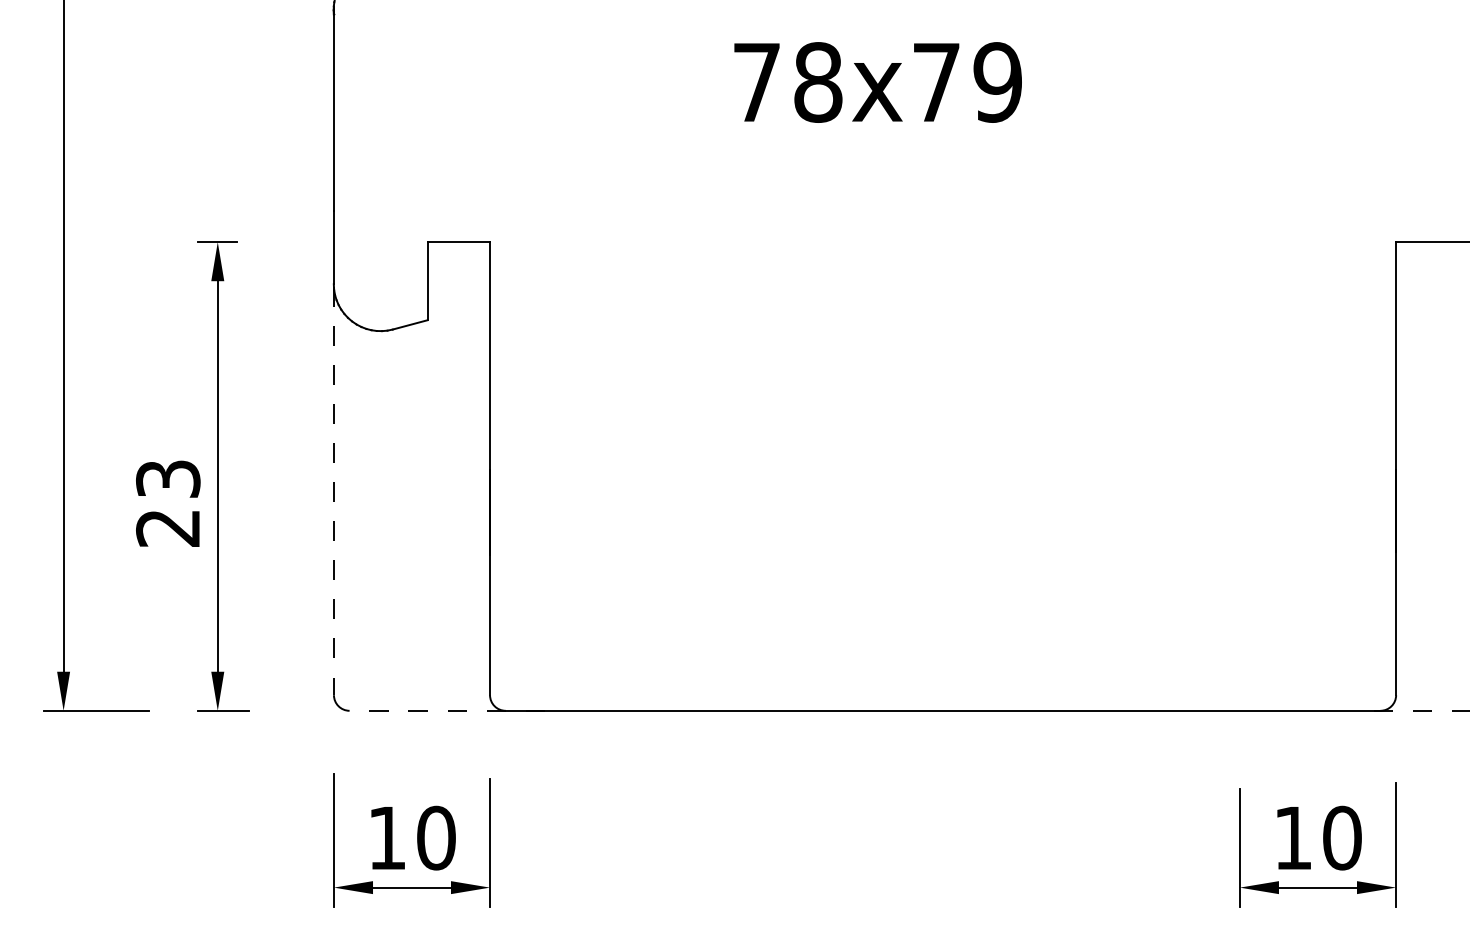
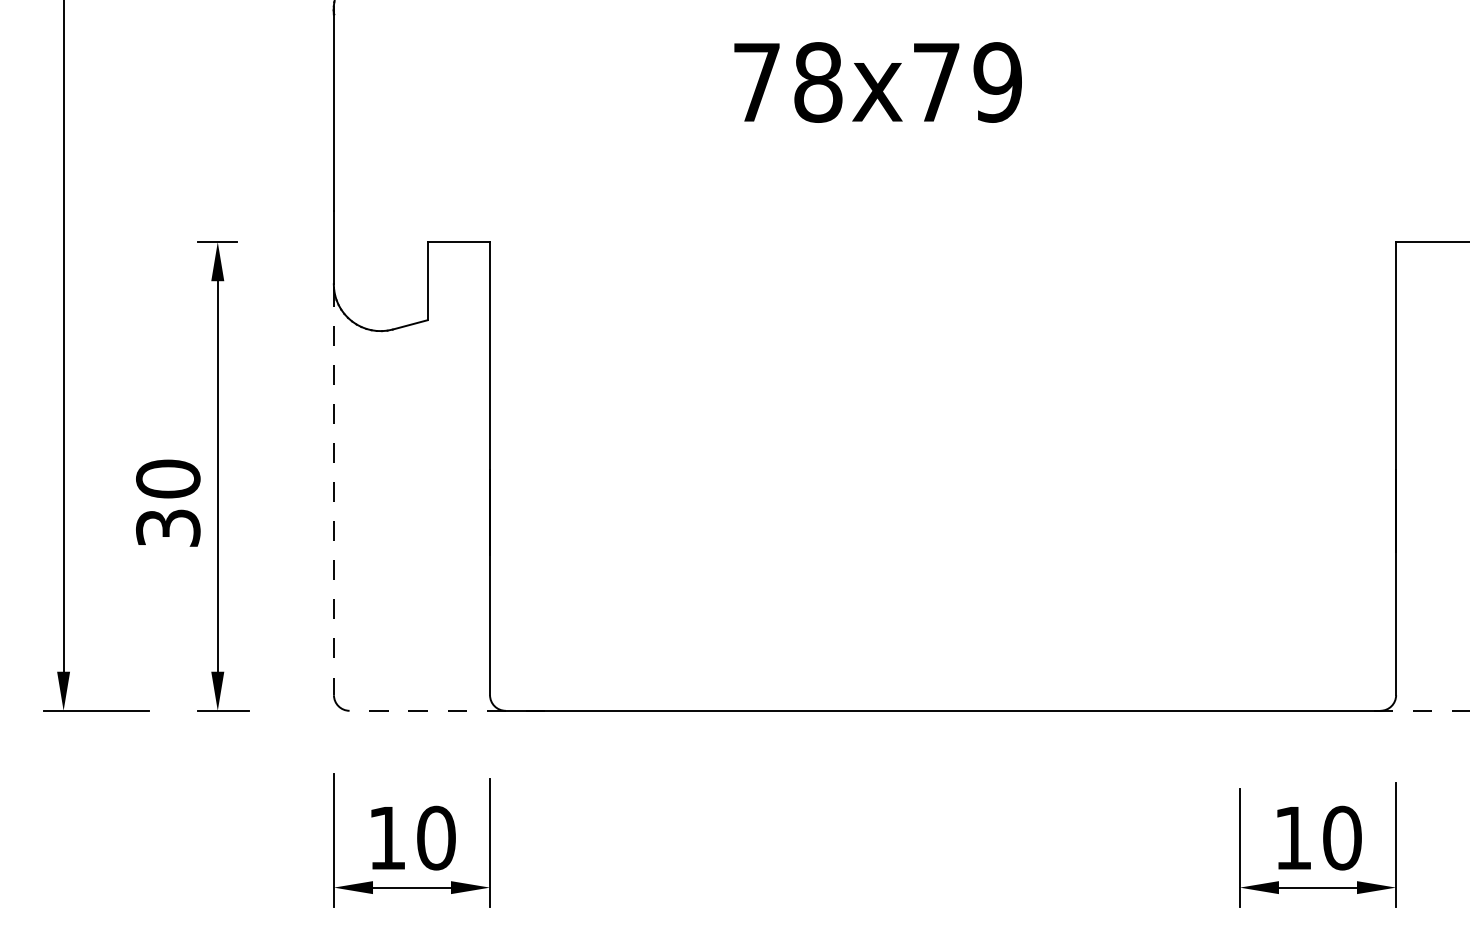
text at (168, 502): 23 -> 30
